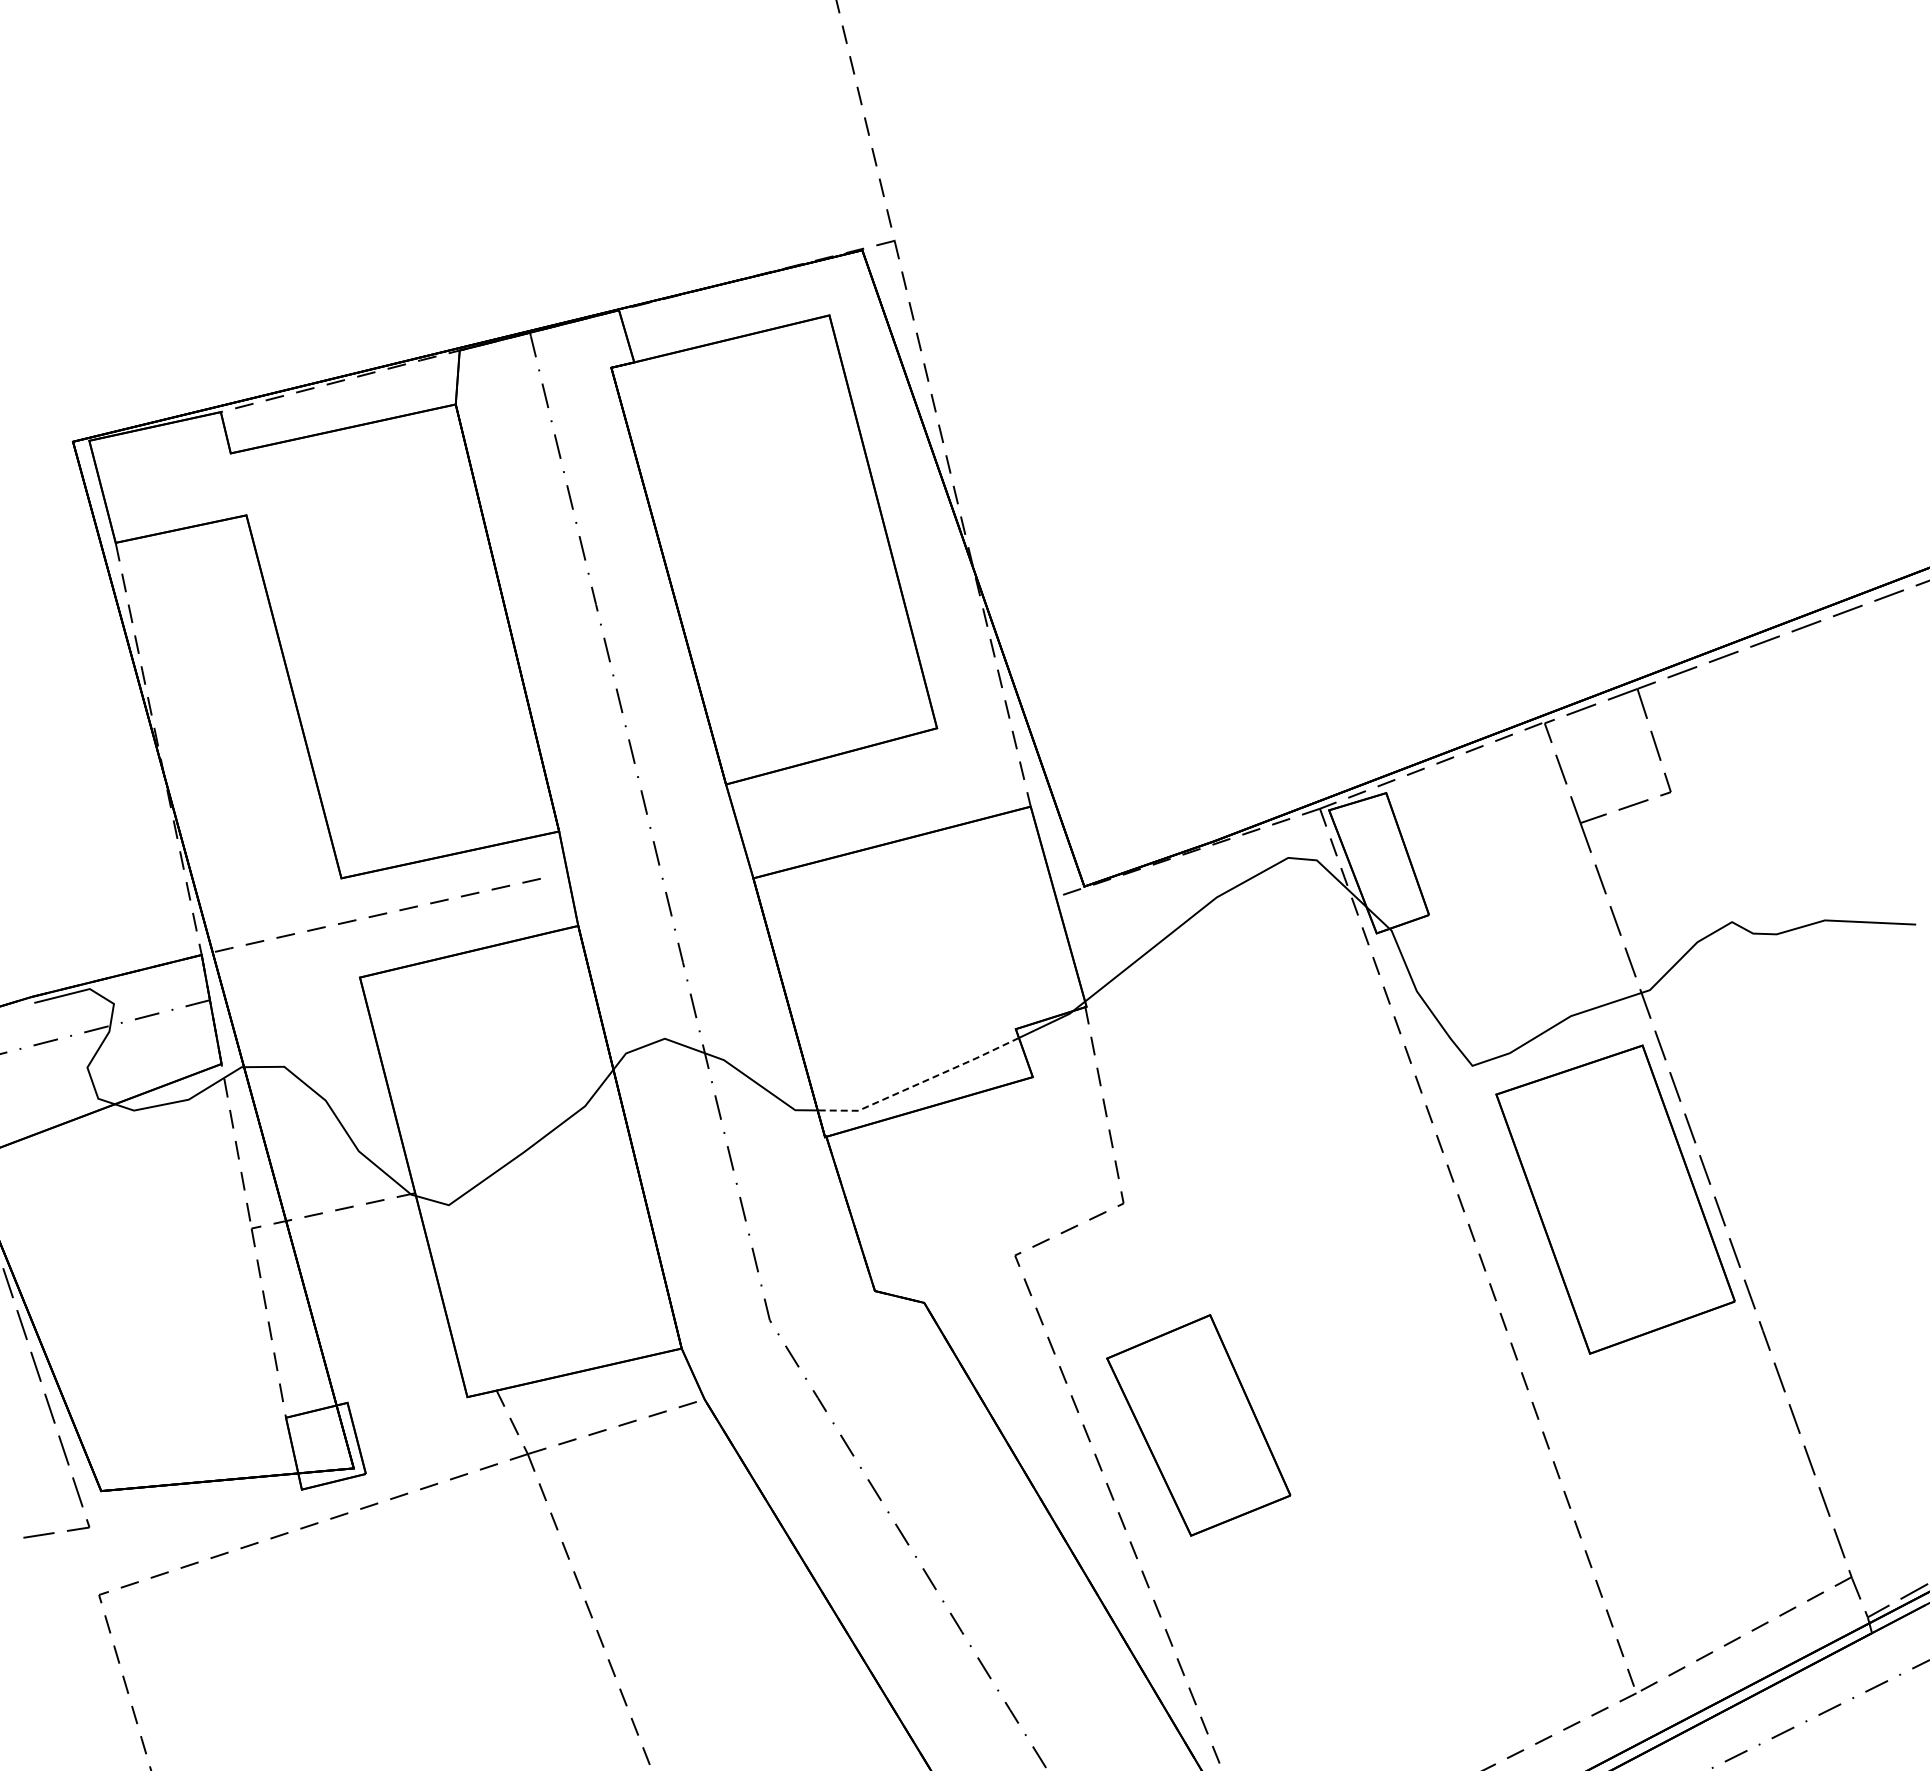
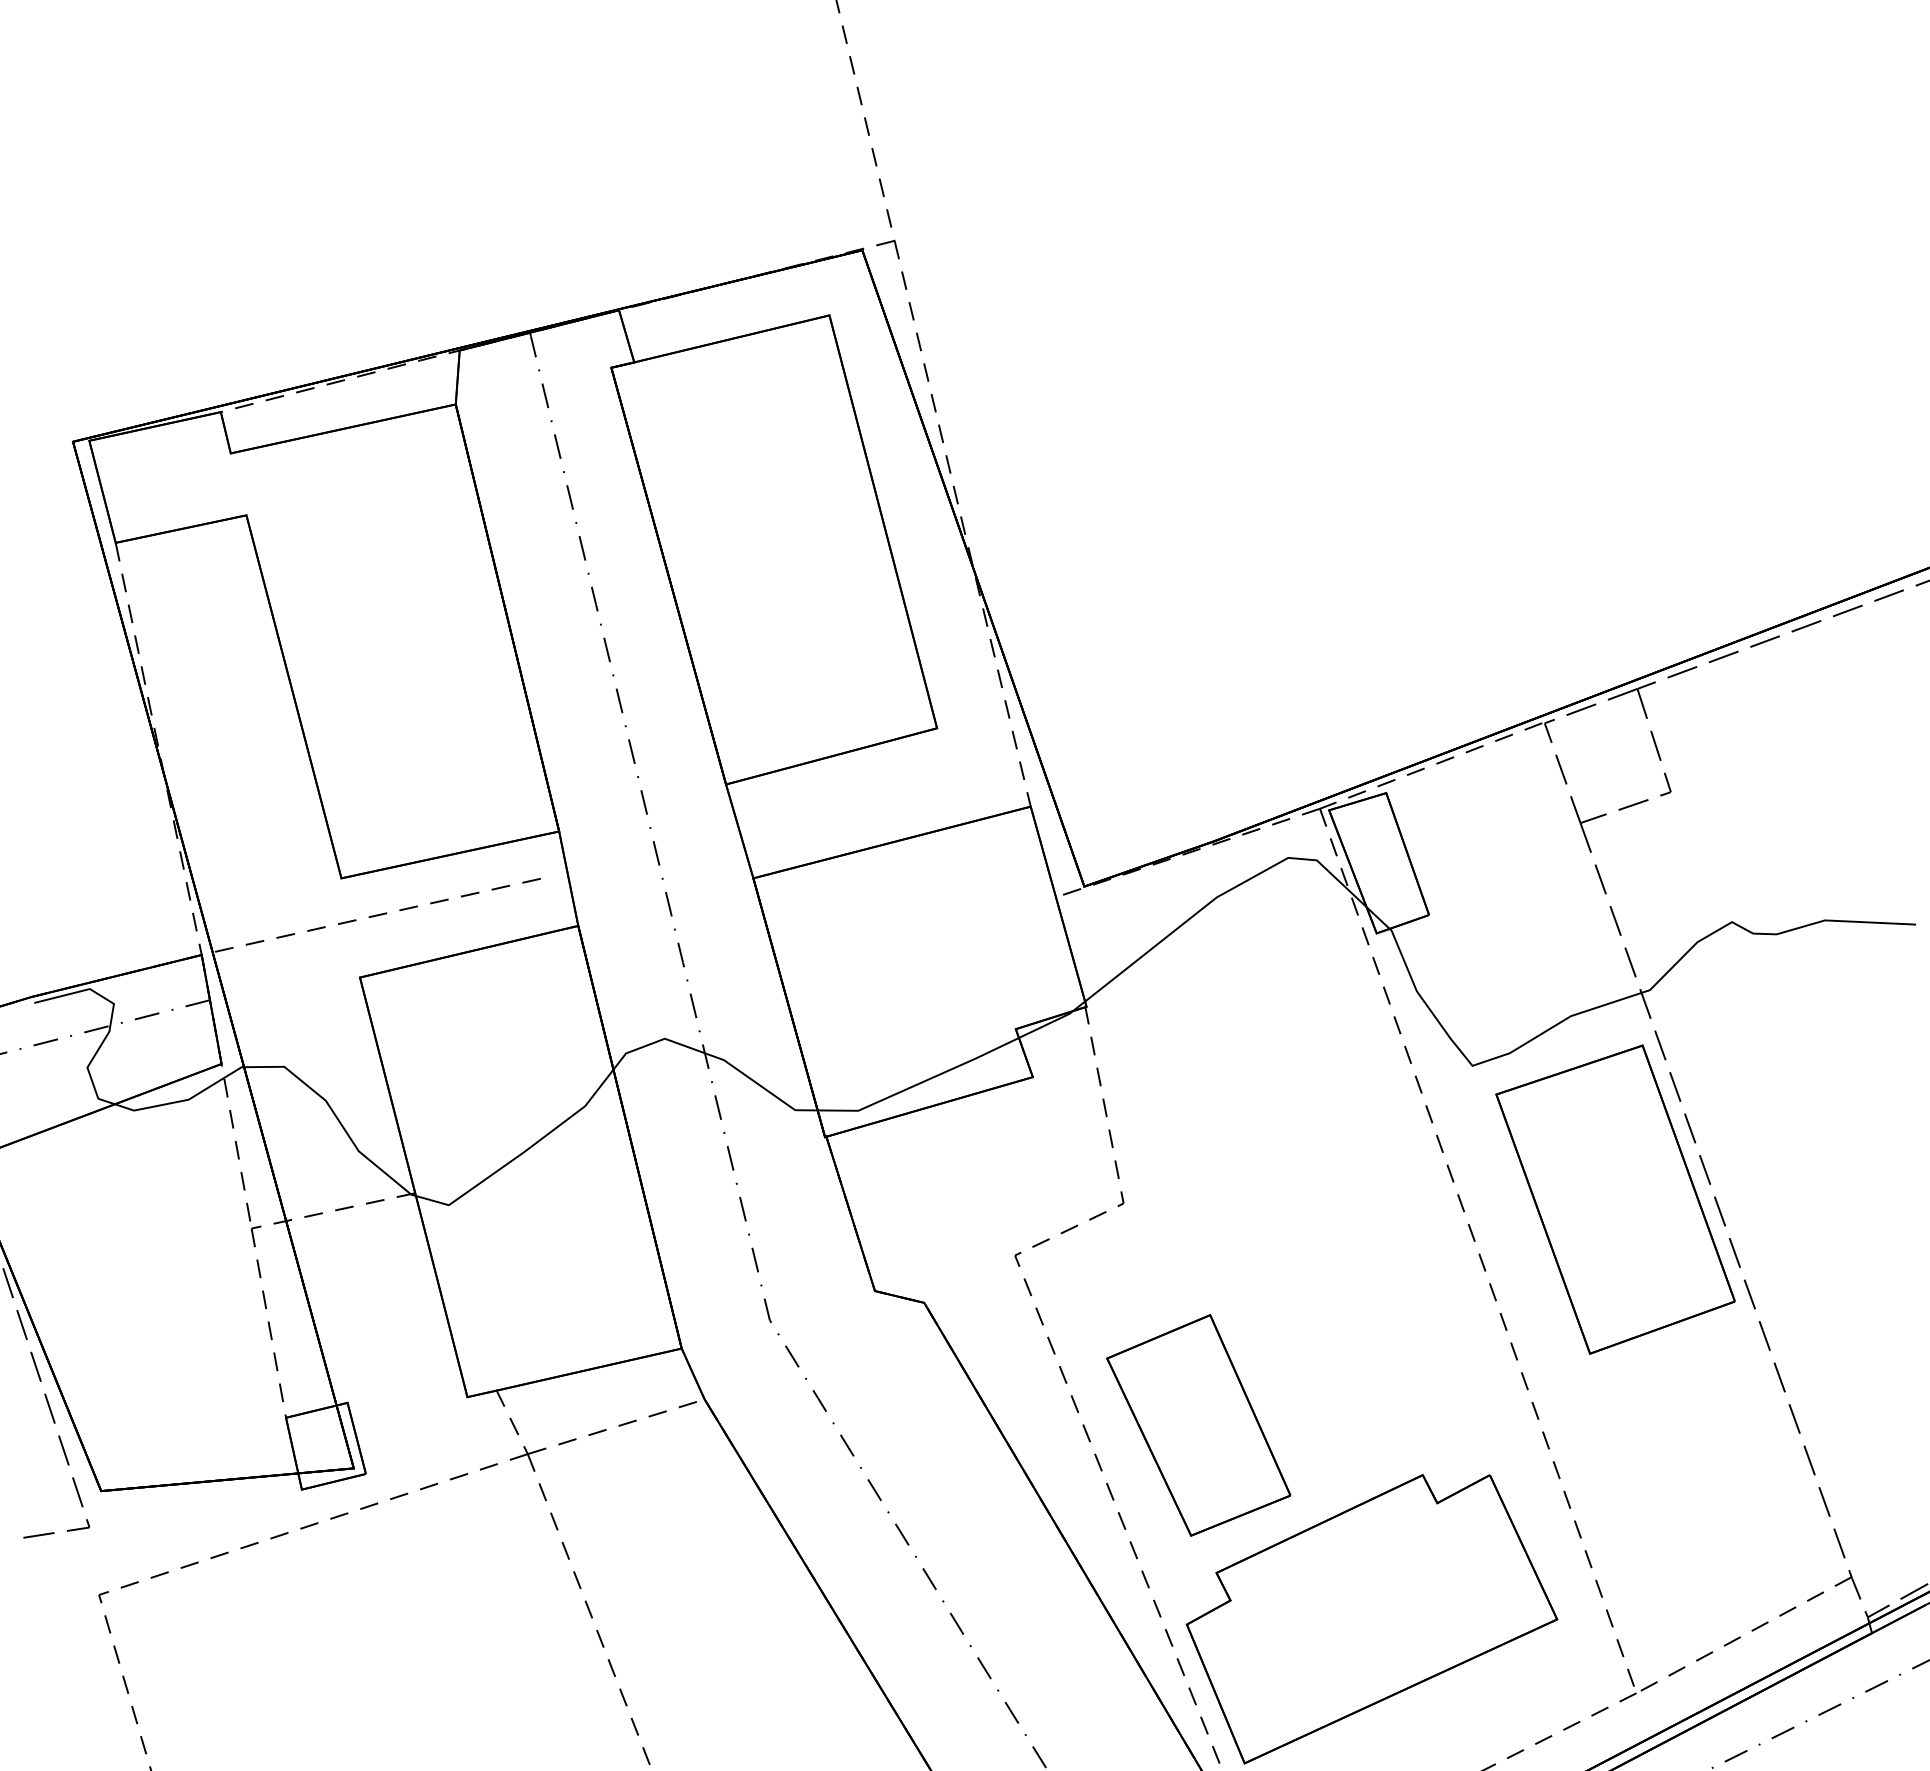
line at (920, 1083): dashed -> solid
part at (1371, 1619): none -> present
